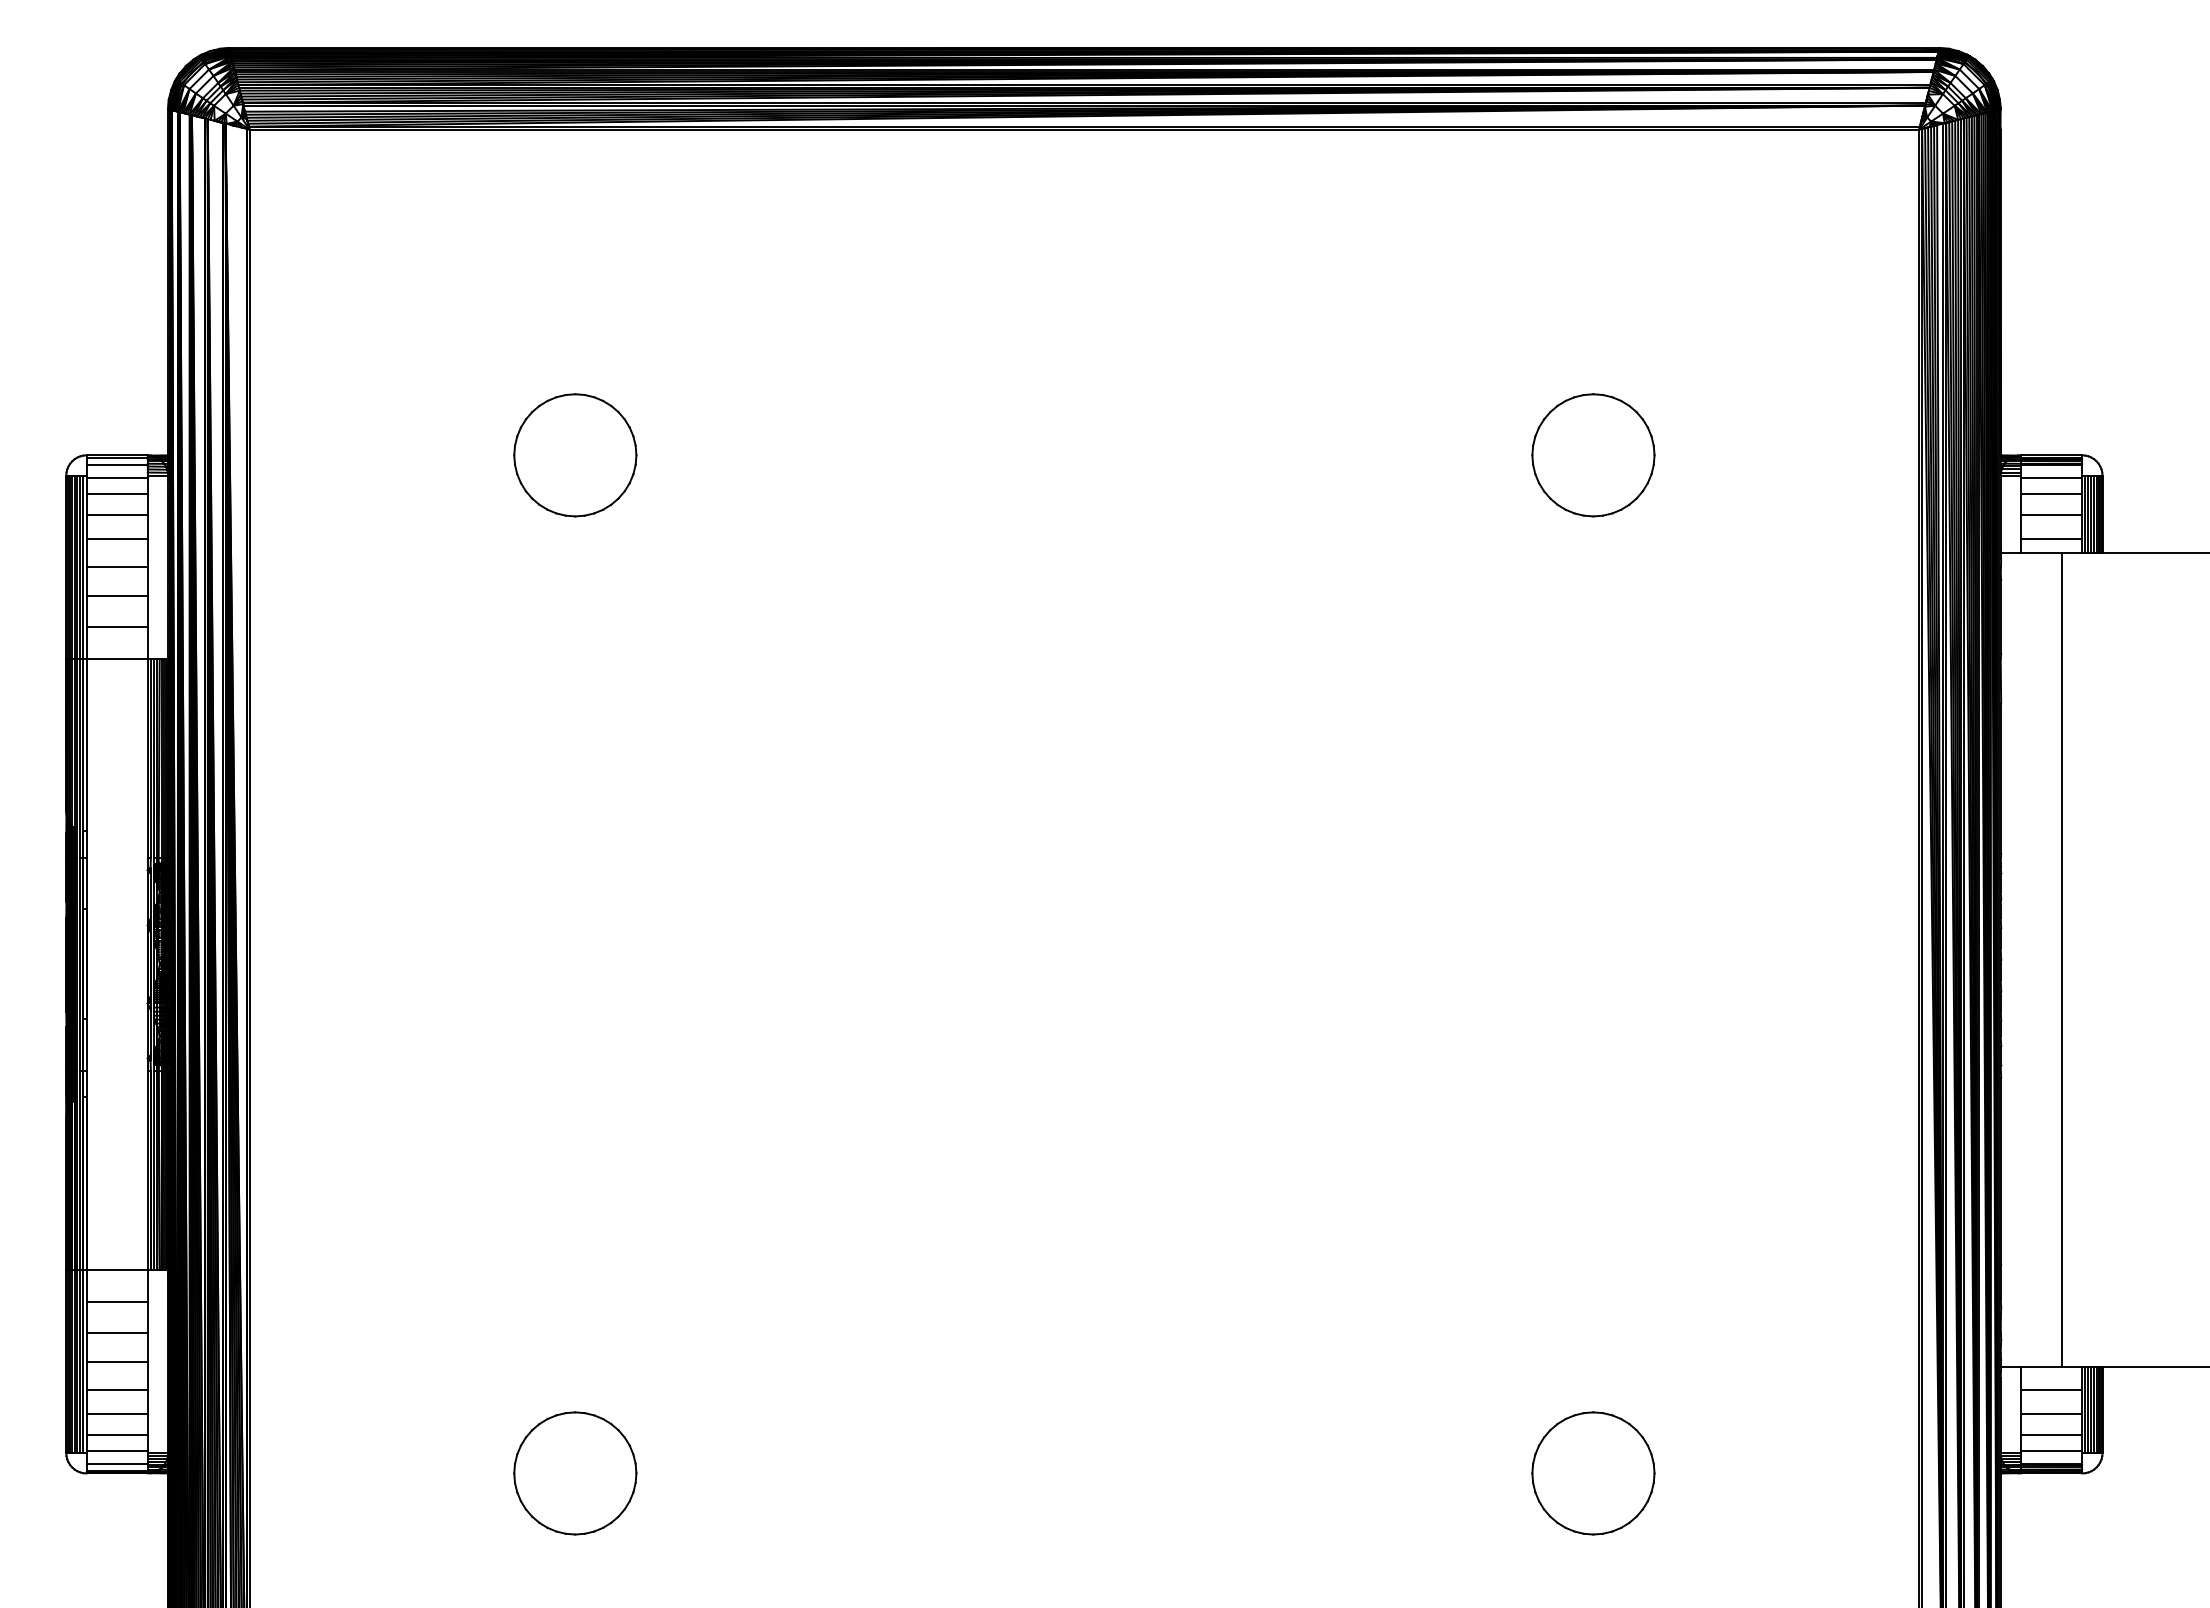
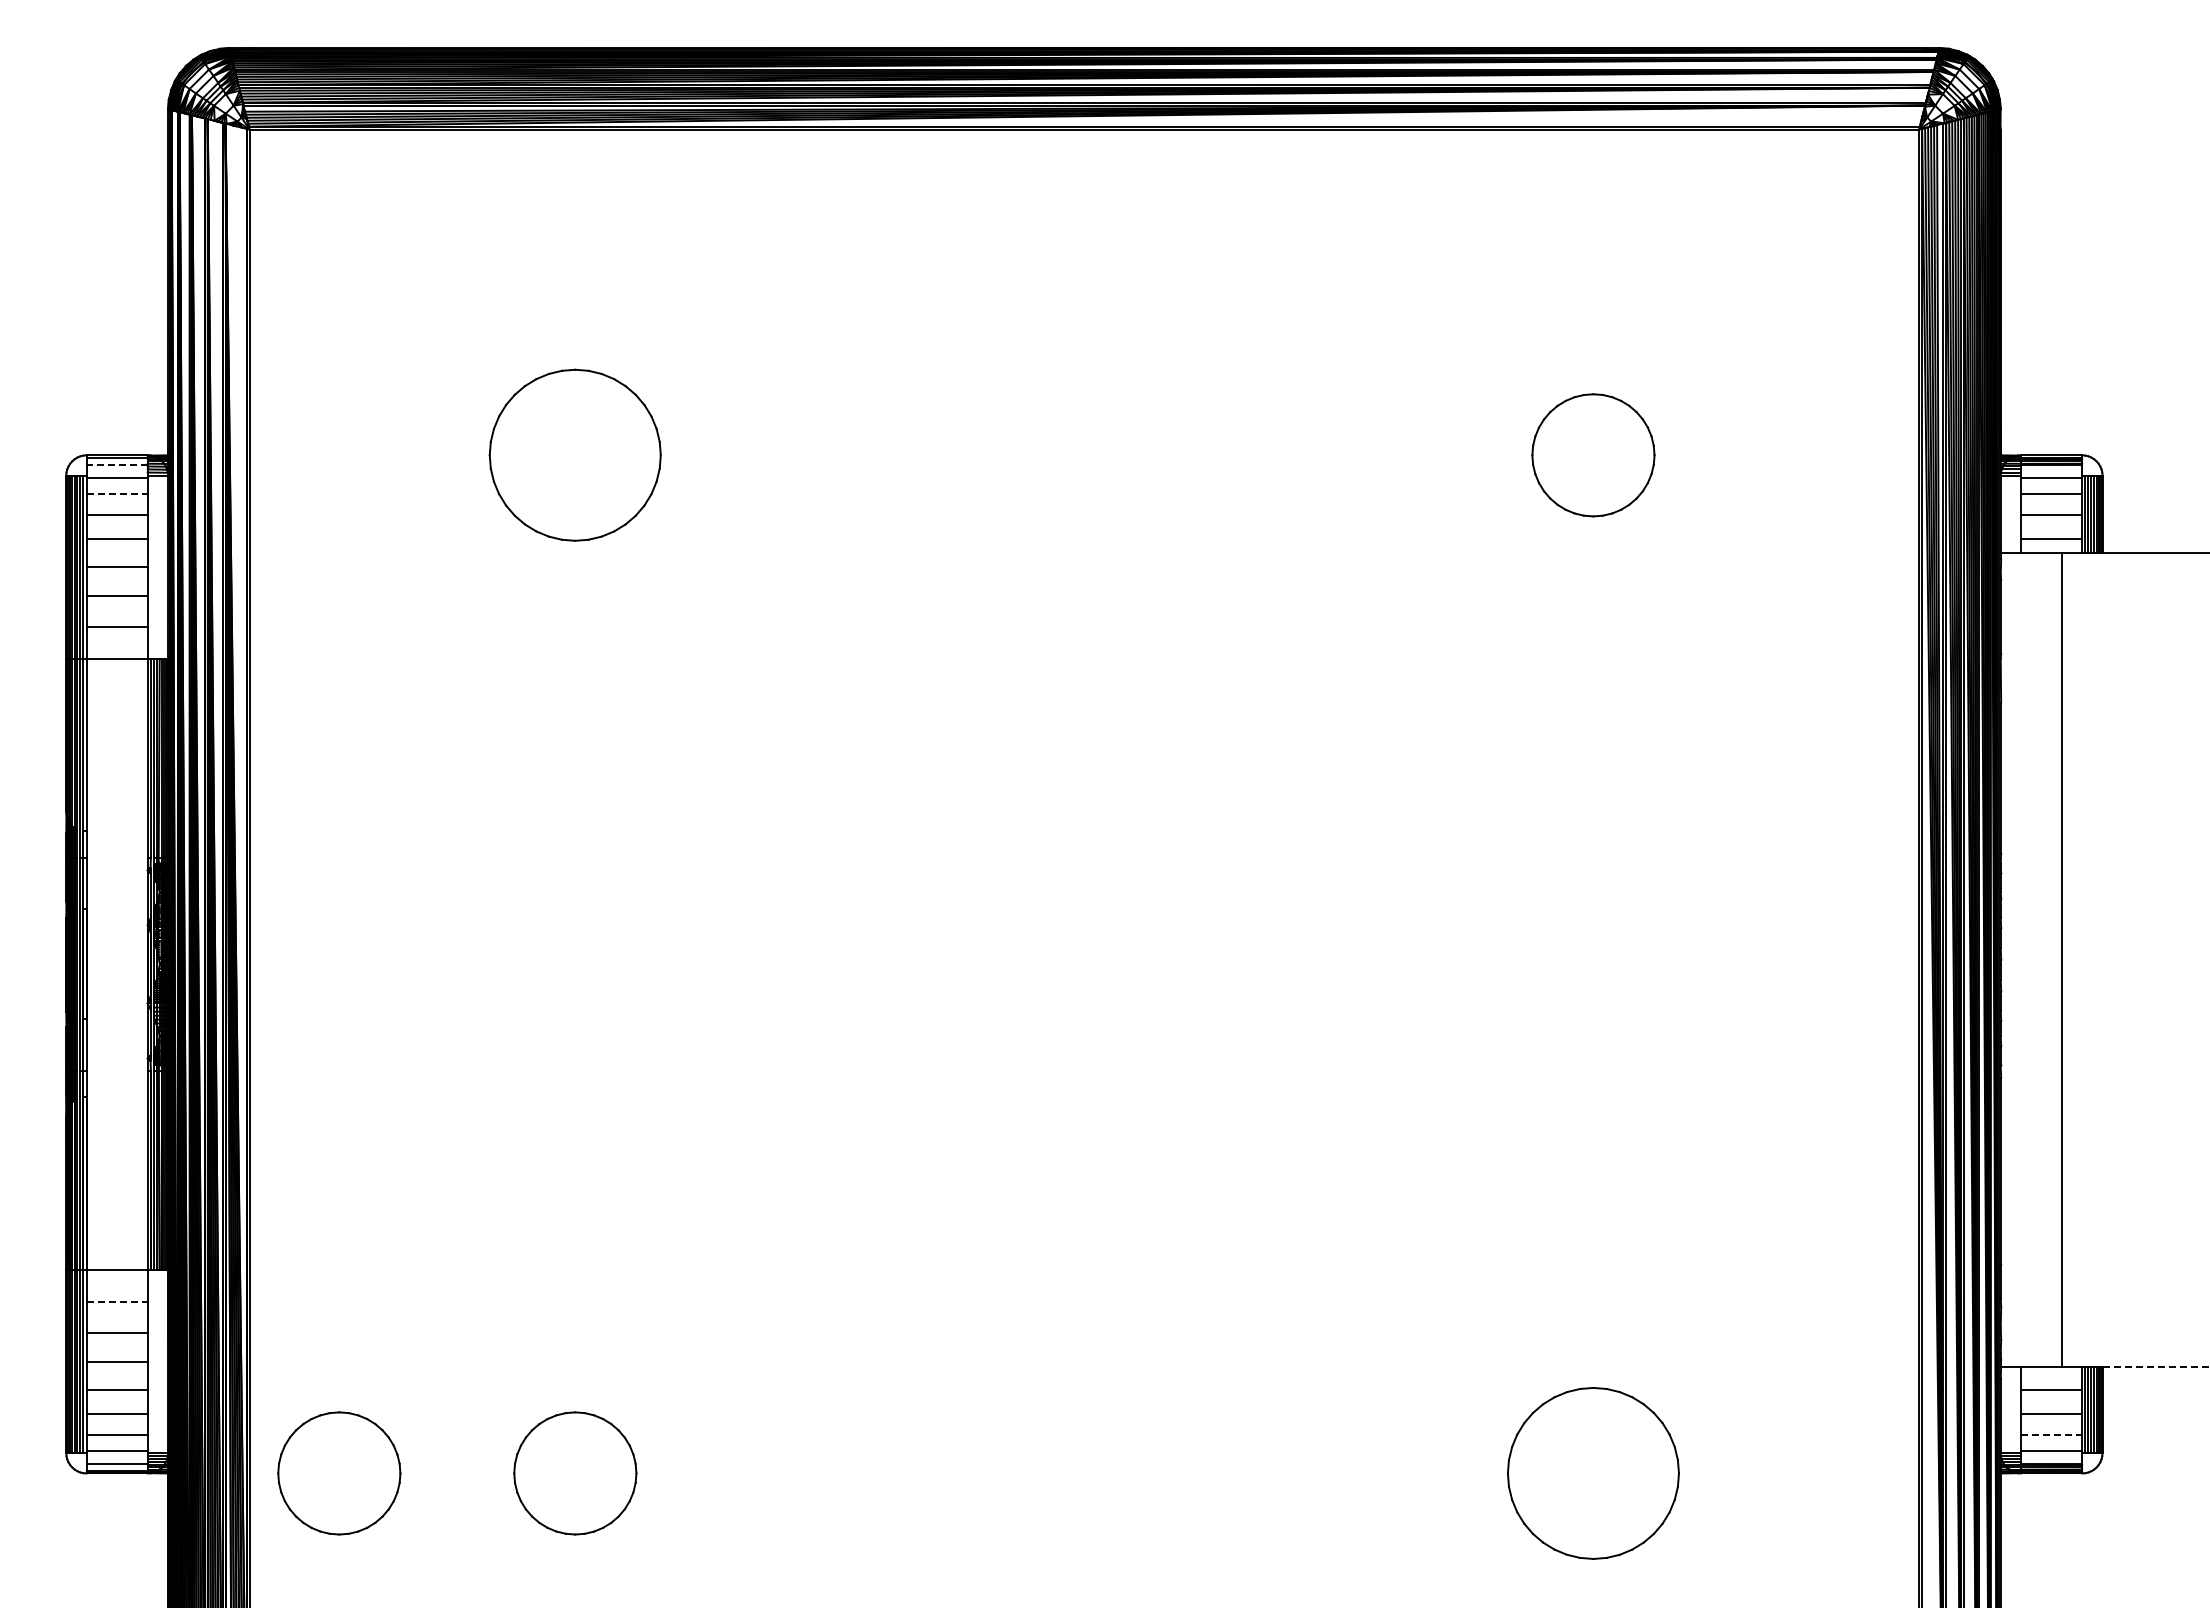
part at (575, 455) size: 125x125 px -> 174x174 px
line at (117, 465): solid -> dashed
line at (117, 494): solid -> dashed
line at (117, 1301): solid -> dashed
line at (2156, 1367): solid -> dashed
line at (2051, 1434): solid -> dashed
part at (339, 1473): none -> present
part at (1593, 1473) size: 125x125 px -> 173x173 px
